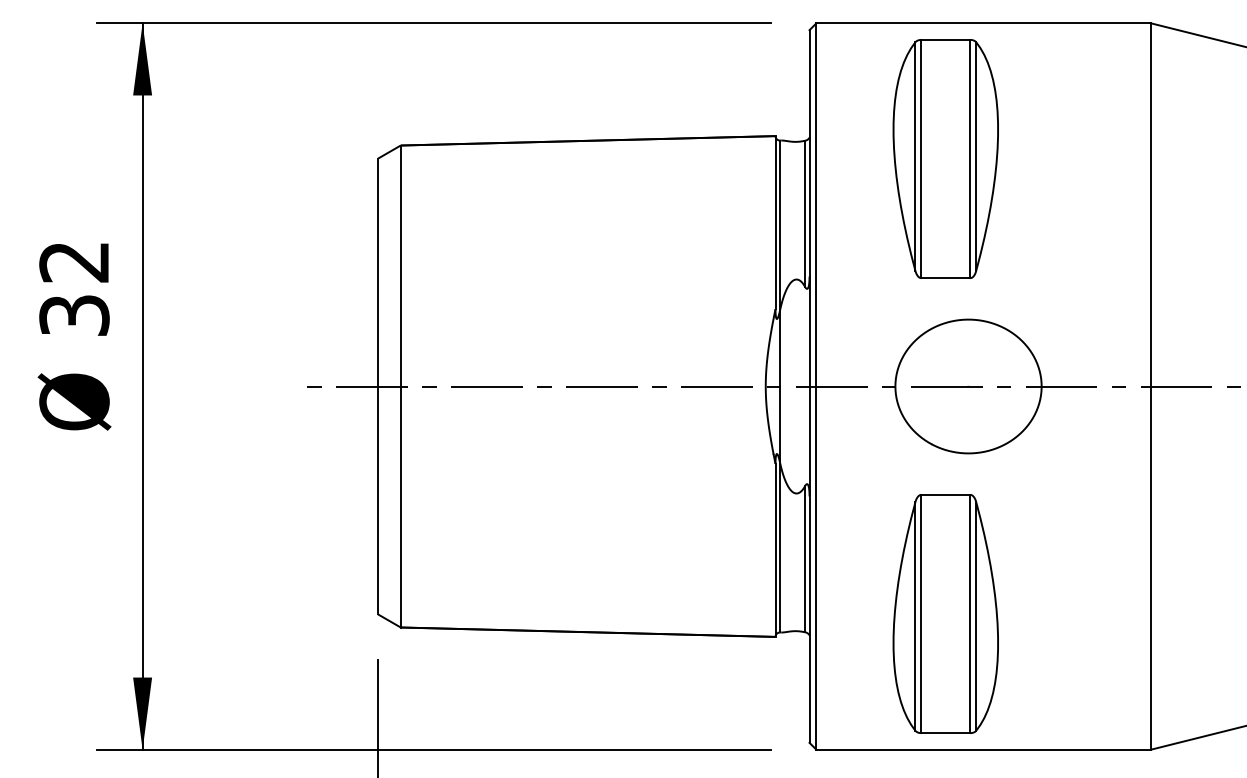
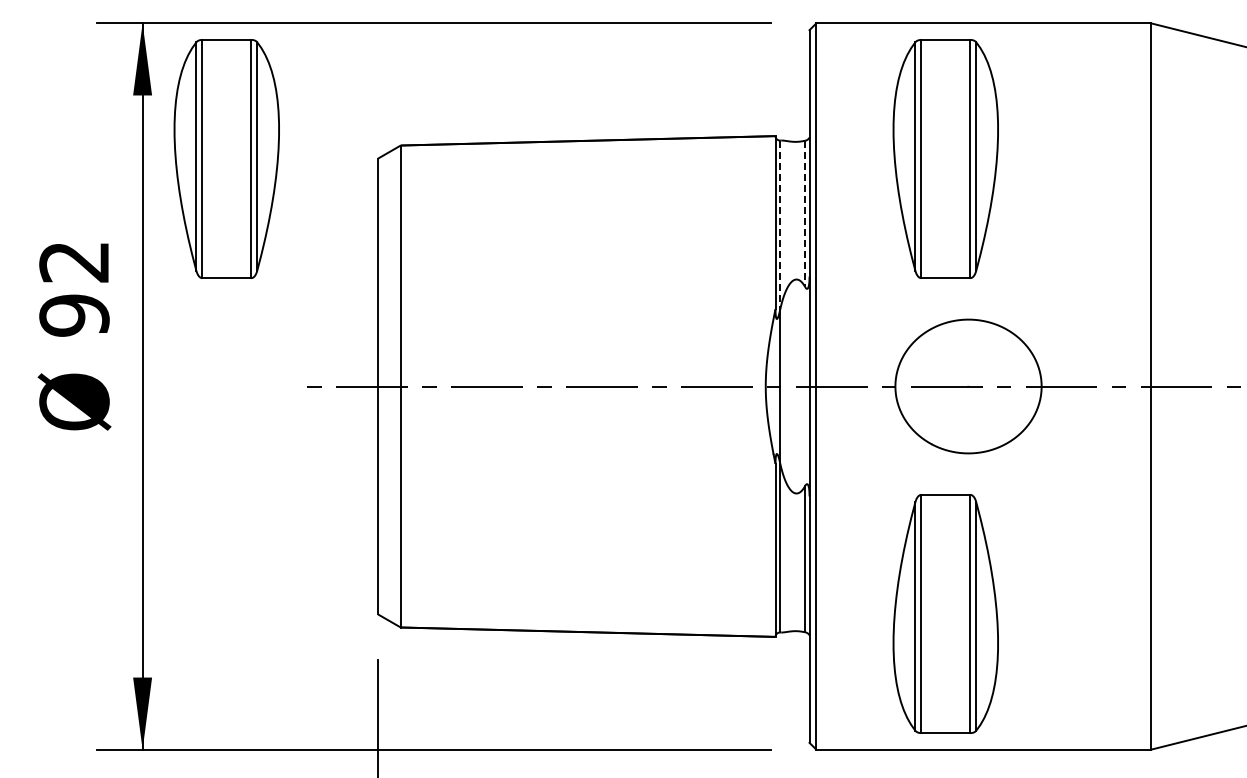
part at (226, 158): none -> present
line at (805, 214): solid -> dashed
line at (780, 225): solid -> dashed
text at (74, 315): 32 -> 92
